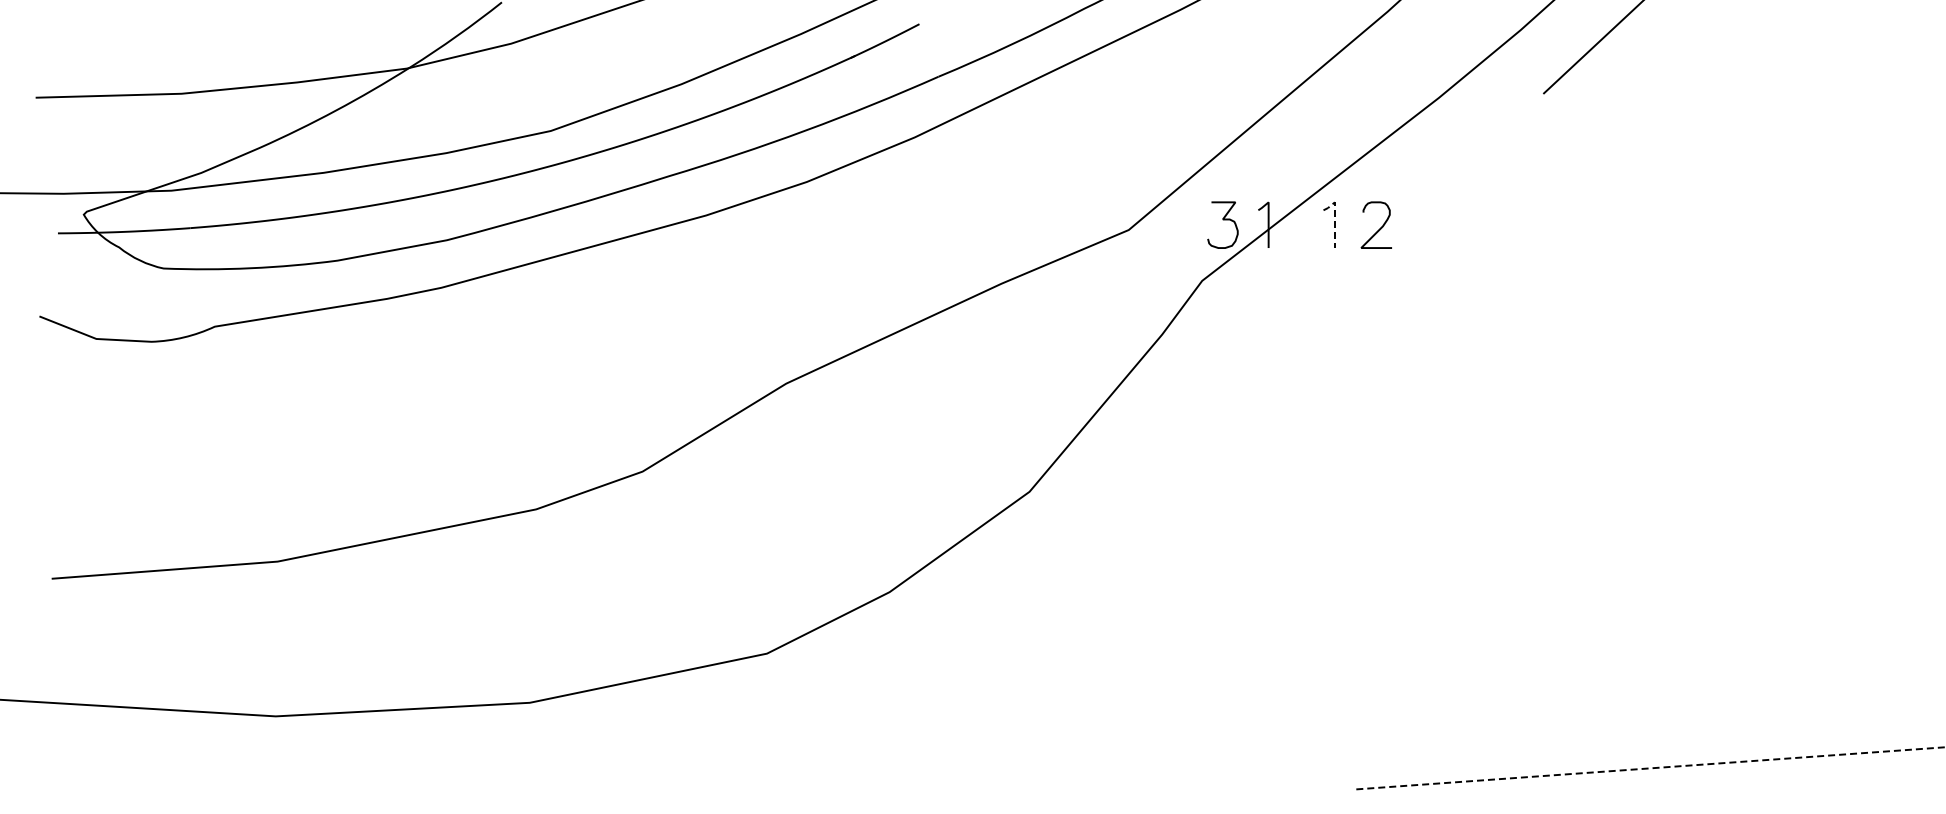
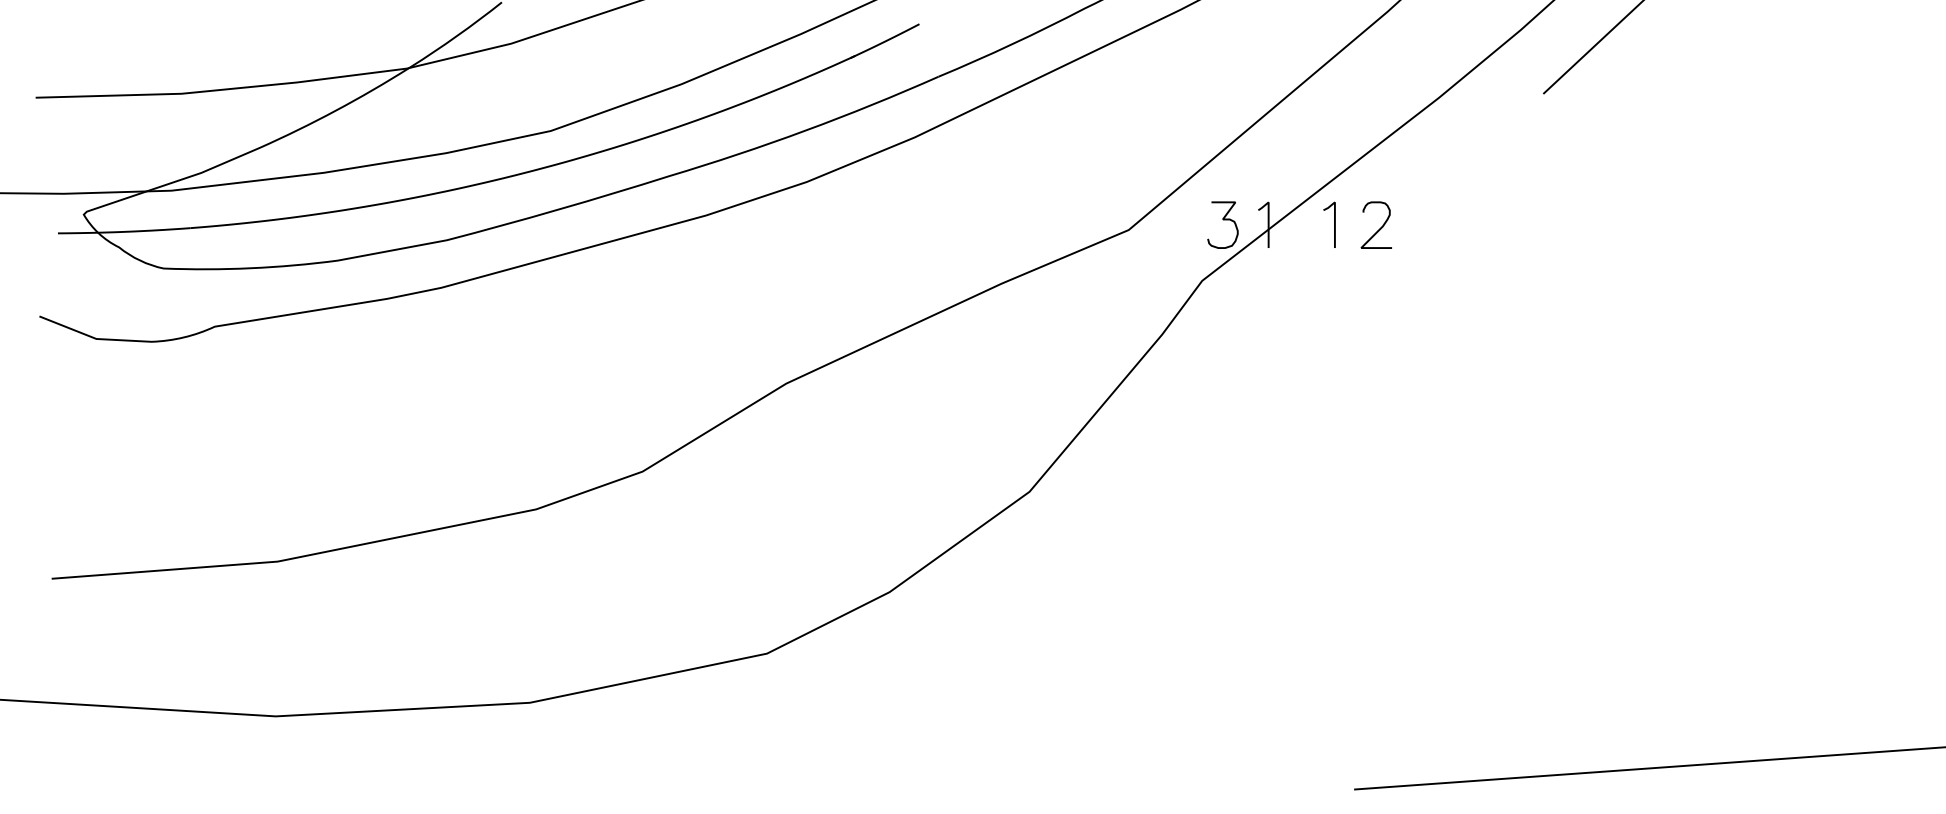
line at (1334, 217): dashed -> solid
line at (1649, 768): dashed -> solid
